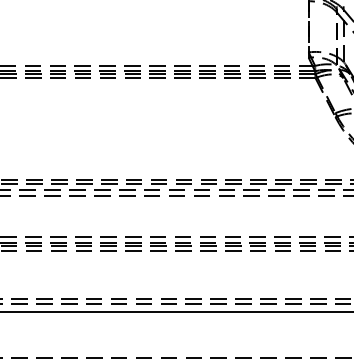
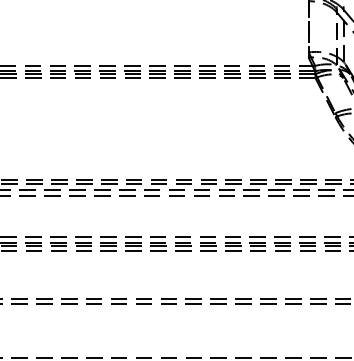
line at (176, 311): present -> none
